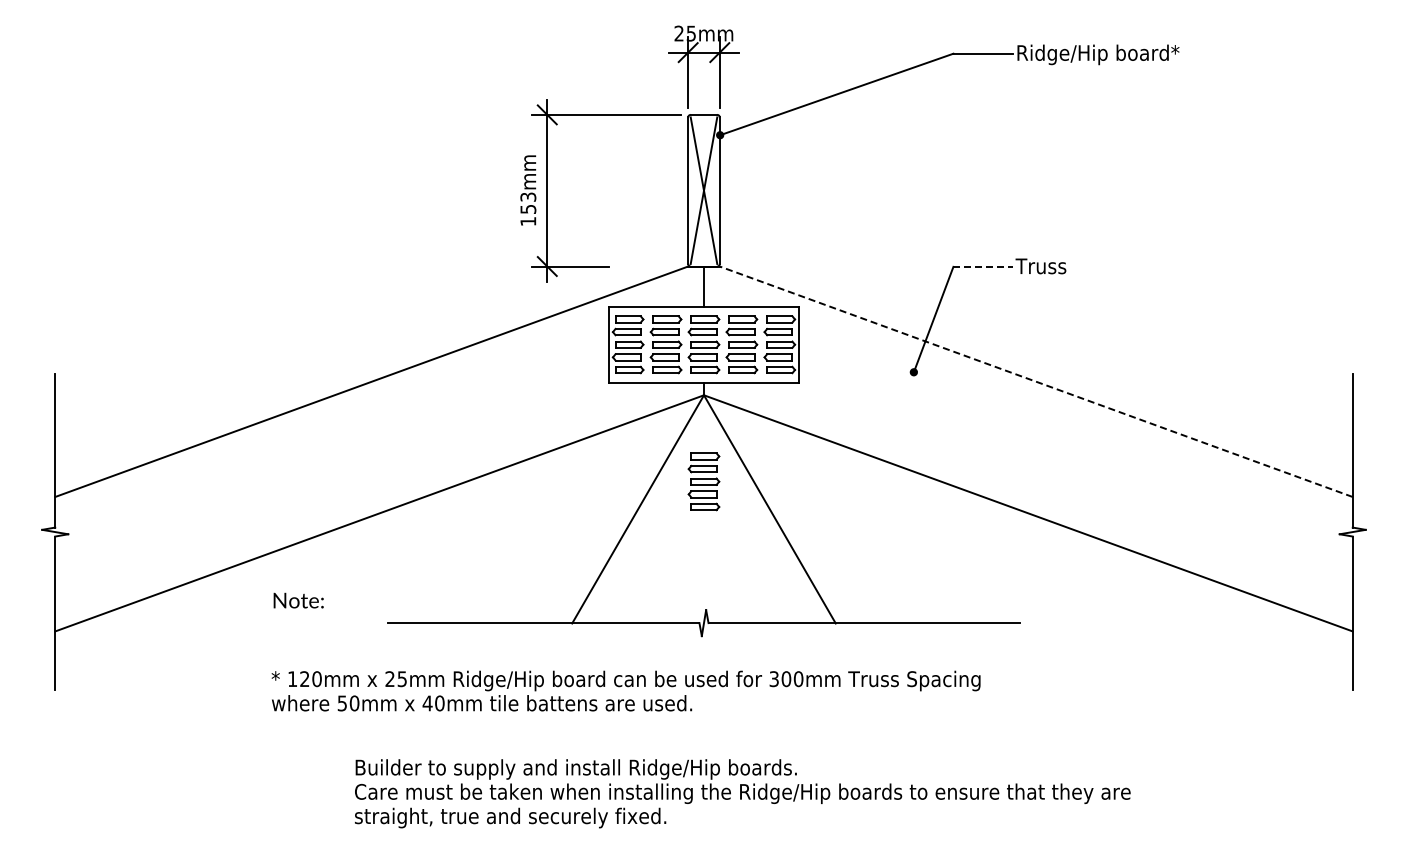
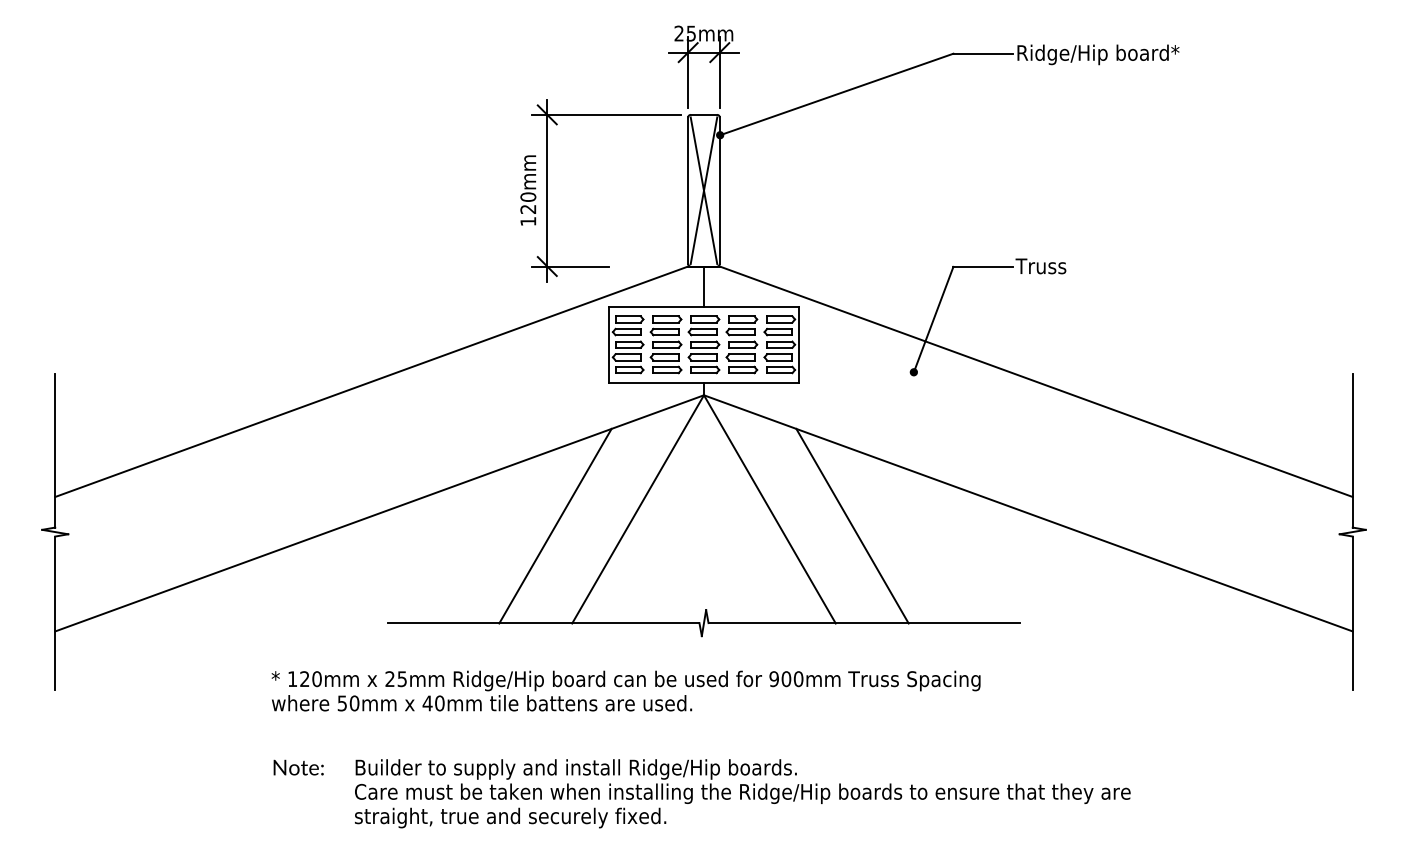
text at (528, 202): 153mm -> 120mm
line at (983, 266): dashed -> solid
line at (1036, 381): dashed -> solid
part at (703, 481): present -> none
line at (555, 525): none -> present
line at (852, 525): none -> present
text at (298, 600) position: (298, 600) -> (298, 767)
text at (773, 678): 300mm -> 900mm
